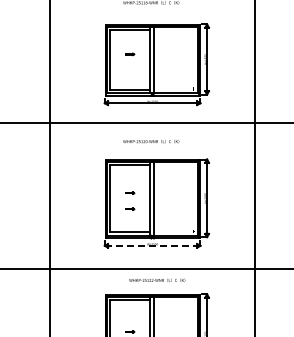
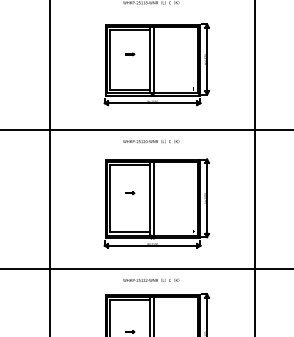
line at (146, 123) position: (146, 123) -> (146, 130)
part at (130, 208): present -> none
line at (152, 245): dashed -> solid
text at (157, 279) position: (157, 279) -> (151, 279)
